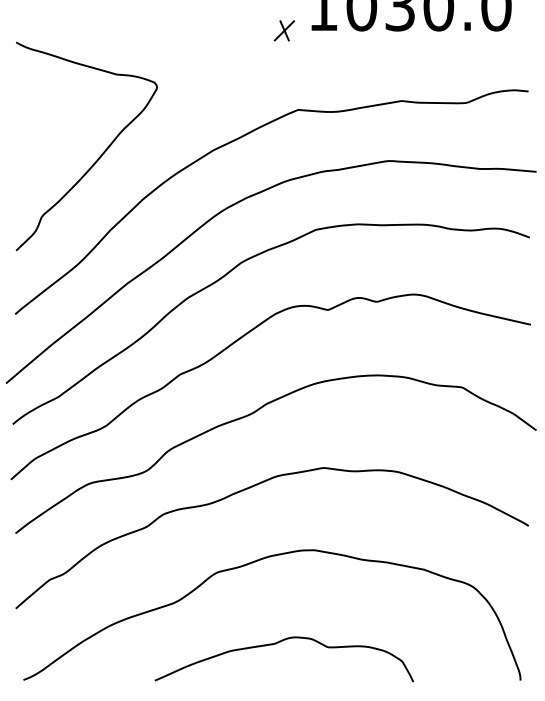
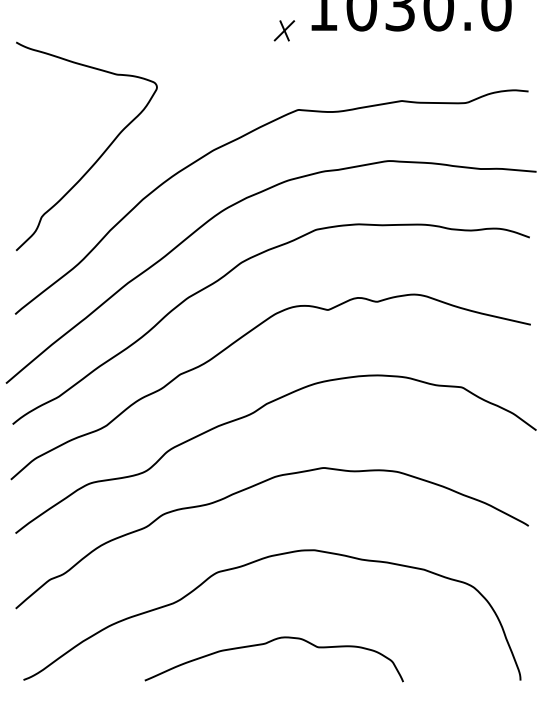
curve at (276, 644) position: (276, 644) -> (266, 644)
